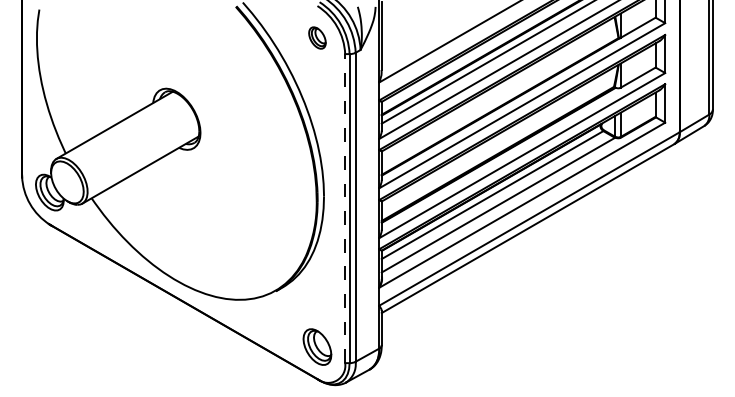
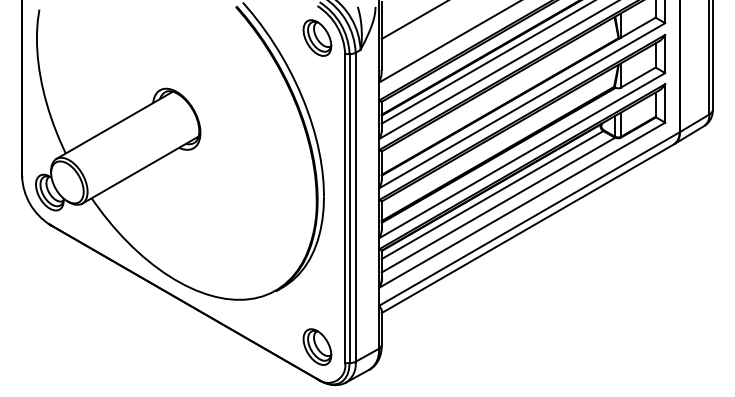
line at (413, 20): none -> present
part at (317, 37) size: 19x24 px -> 31x38 px
line at (345, 208): dashed -> solid
